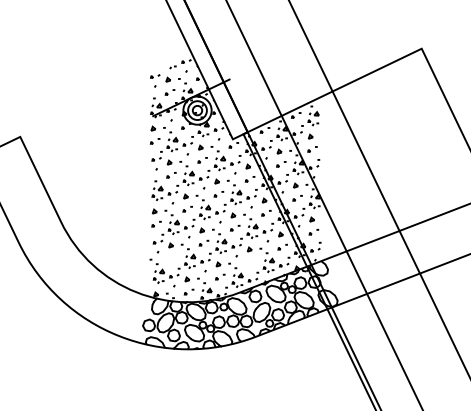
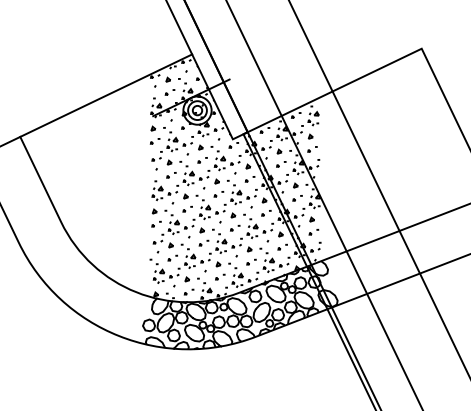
line at (106, 95): none -> present
part at (172, 257): none -> present
part at (251, 261): none -> present
